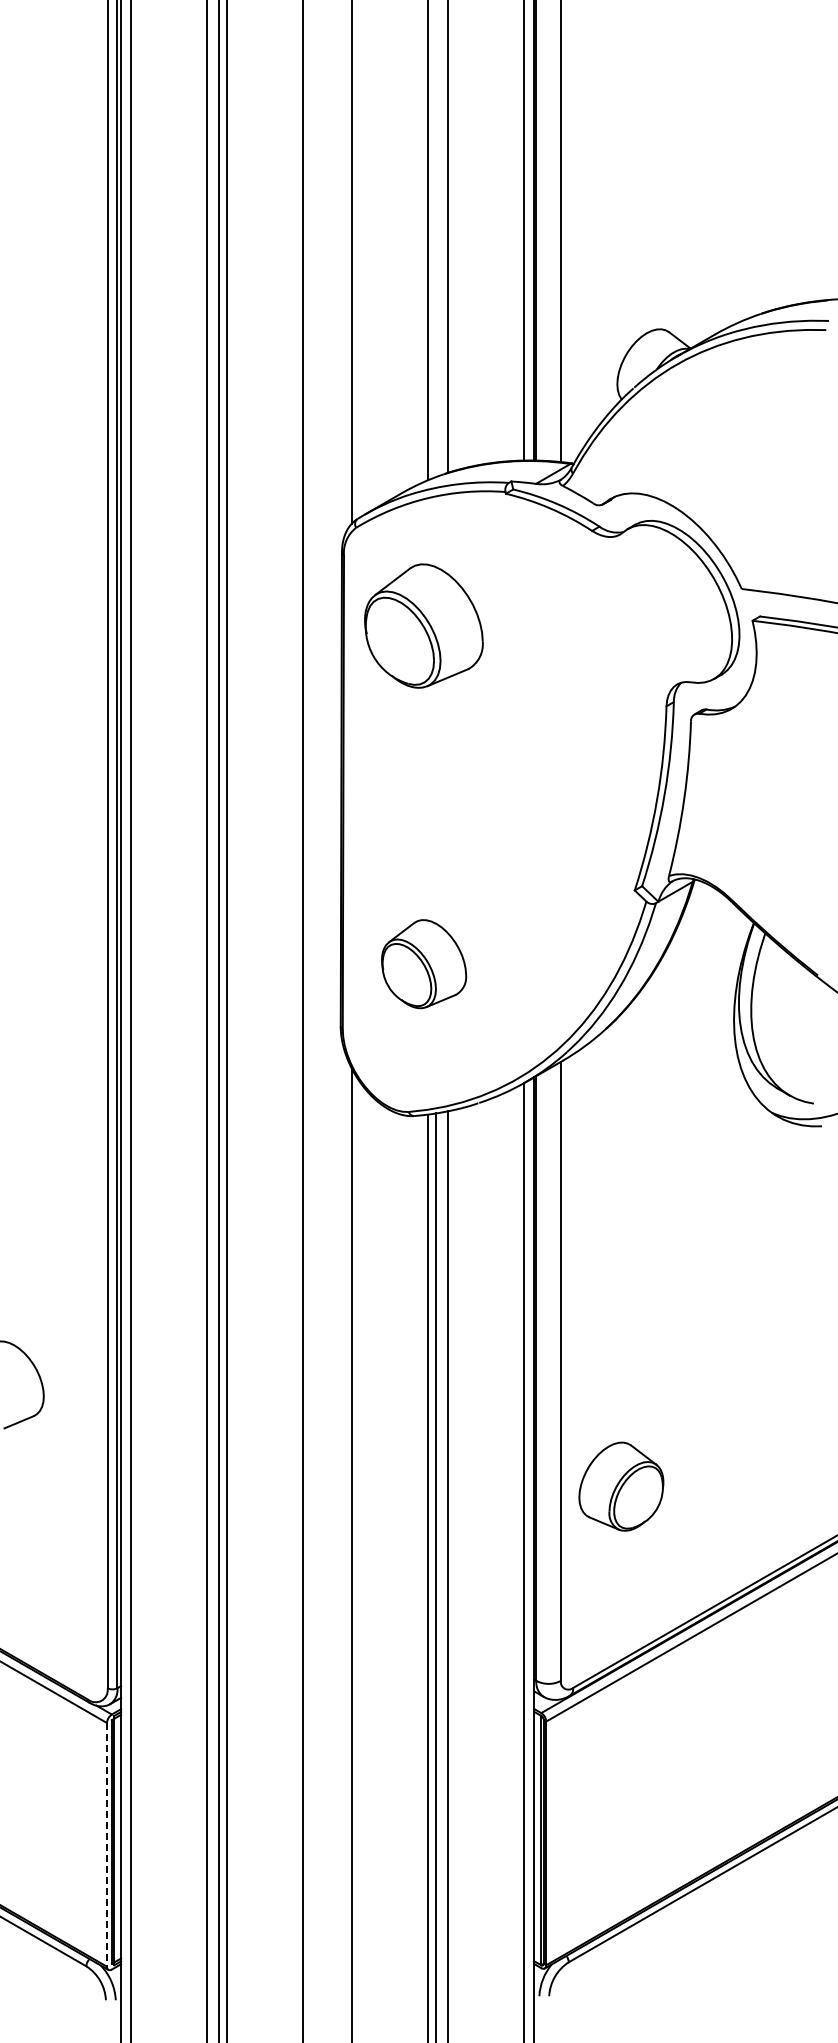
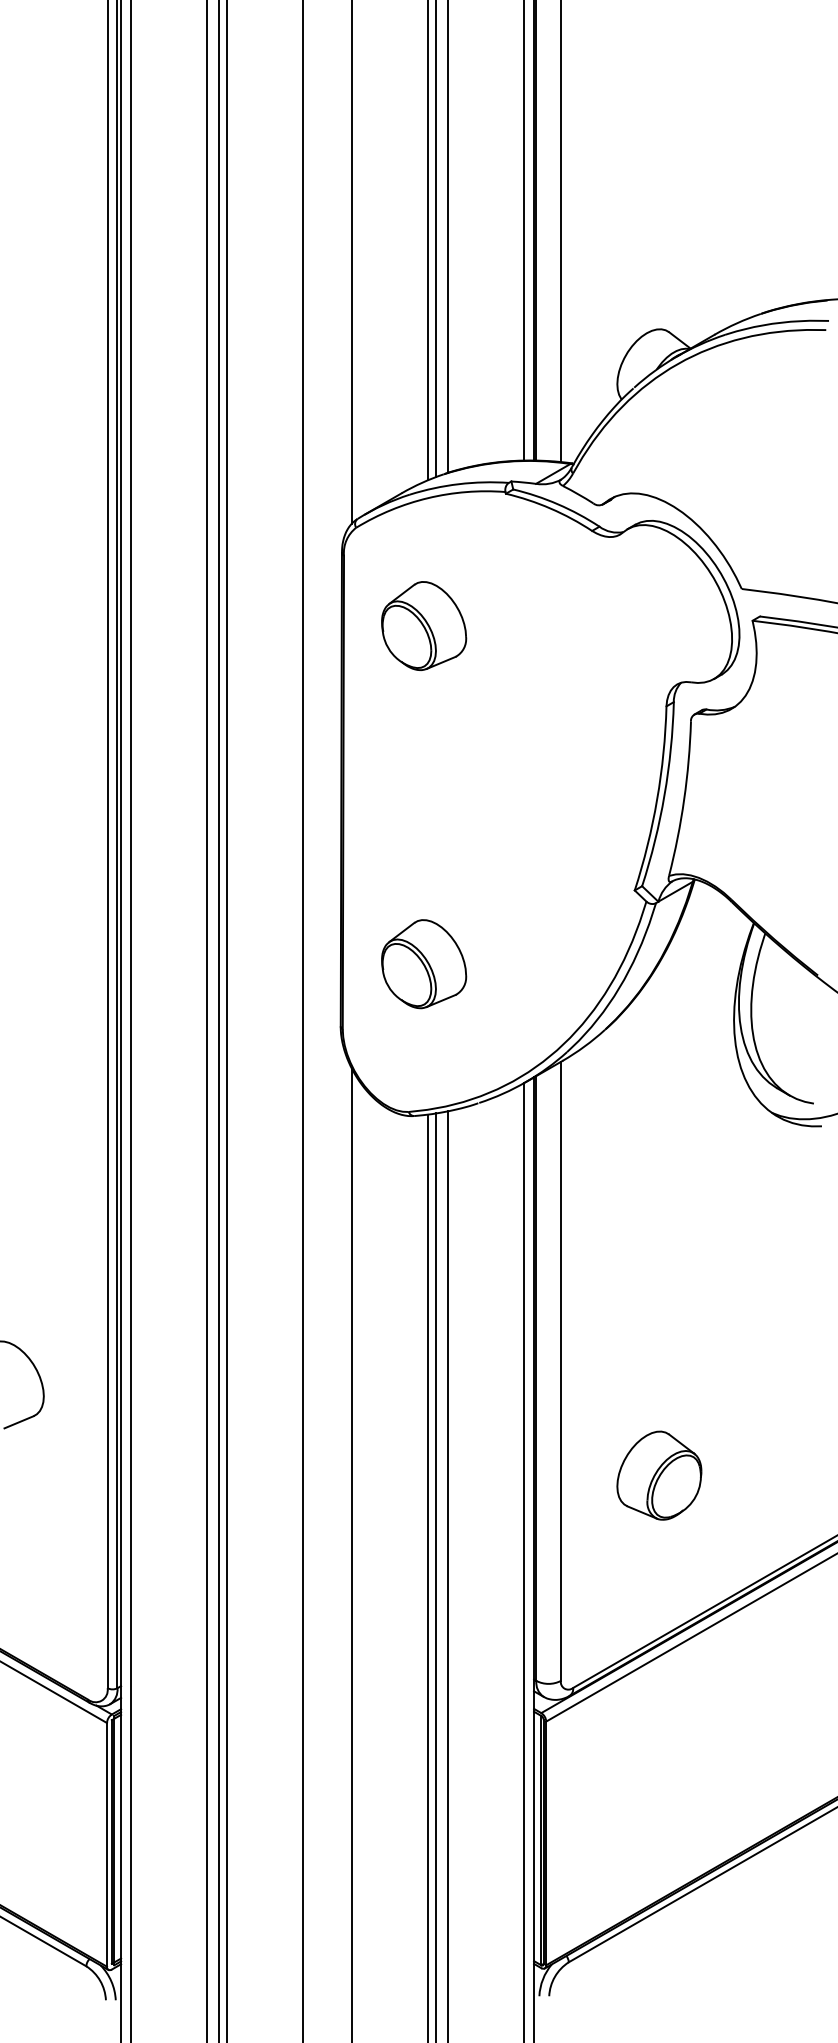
line at (436, 239): none -> present
part at (423, 625) size: 120x126 px -> 87x90 px
part at (621, 1486) position: (621, 1486) -> (659, 1475)
line at (106, 1844): dashed -> solid
